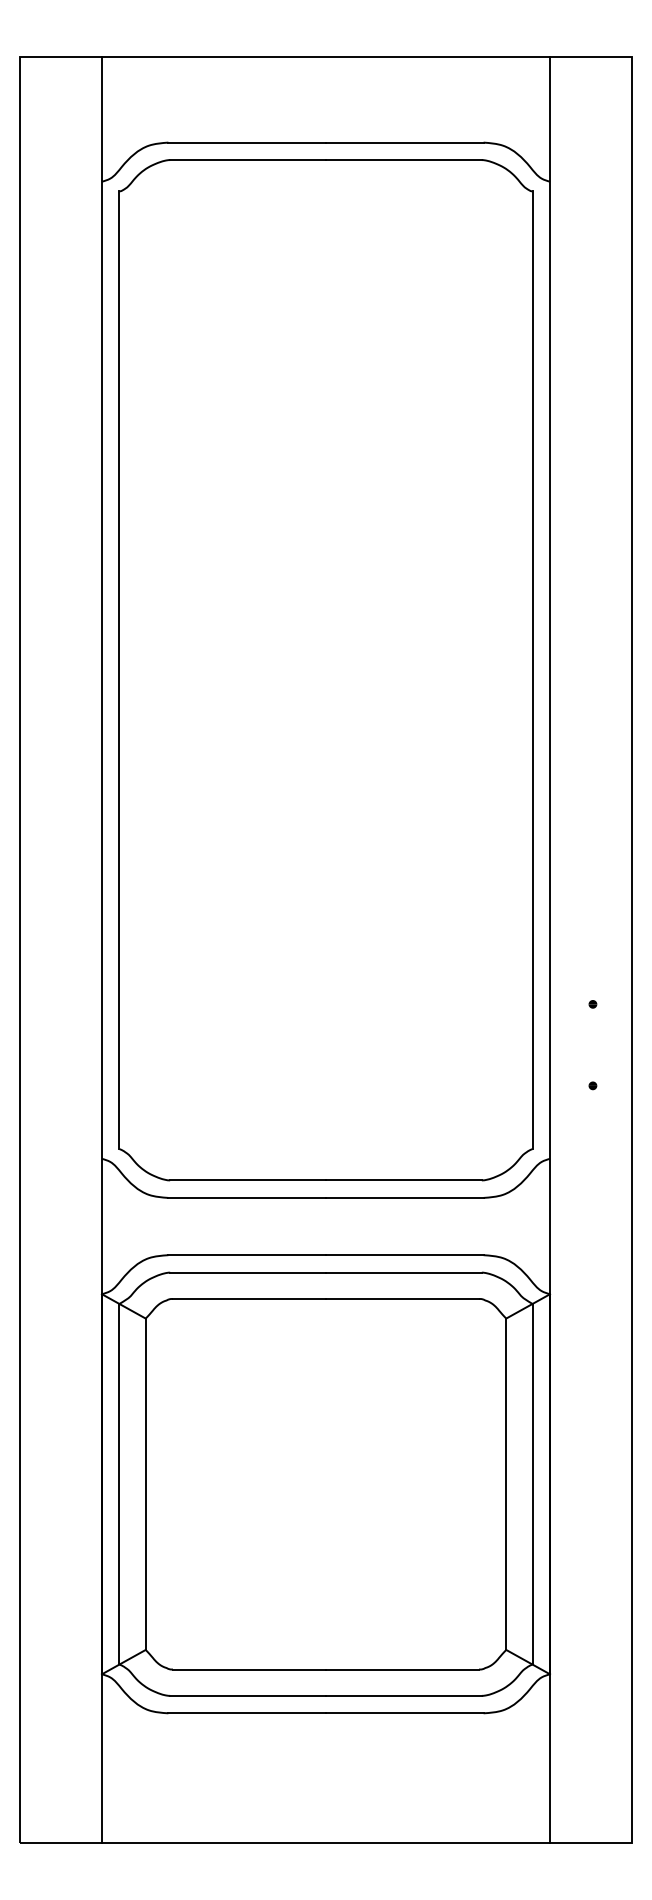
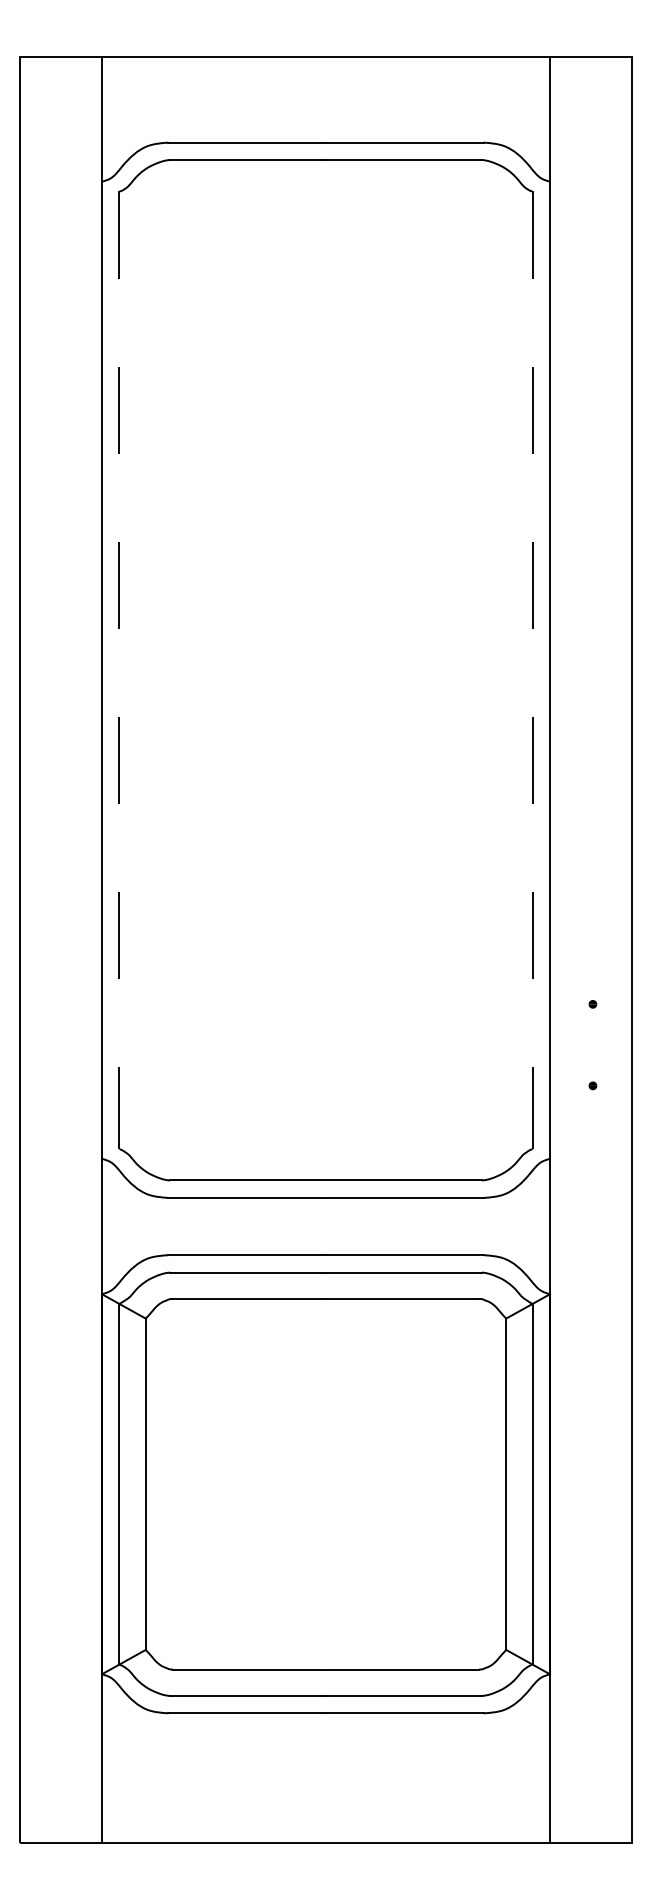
line at (119, 670): solid -> dashed
line at (532, 670): solid -> dashed
